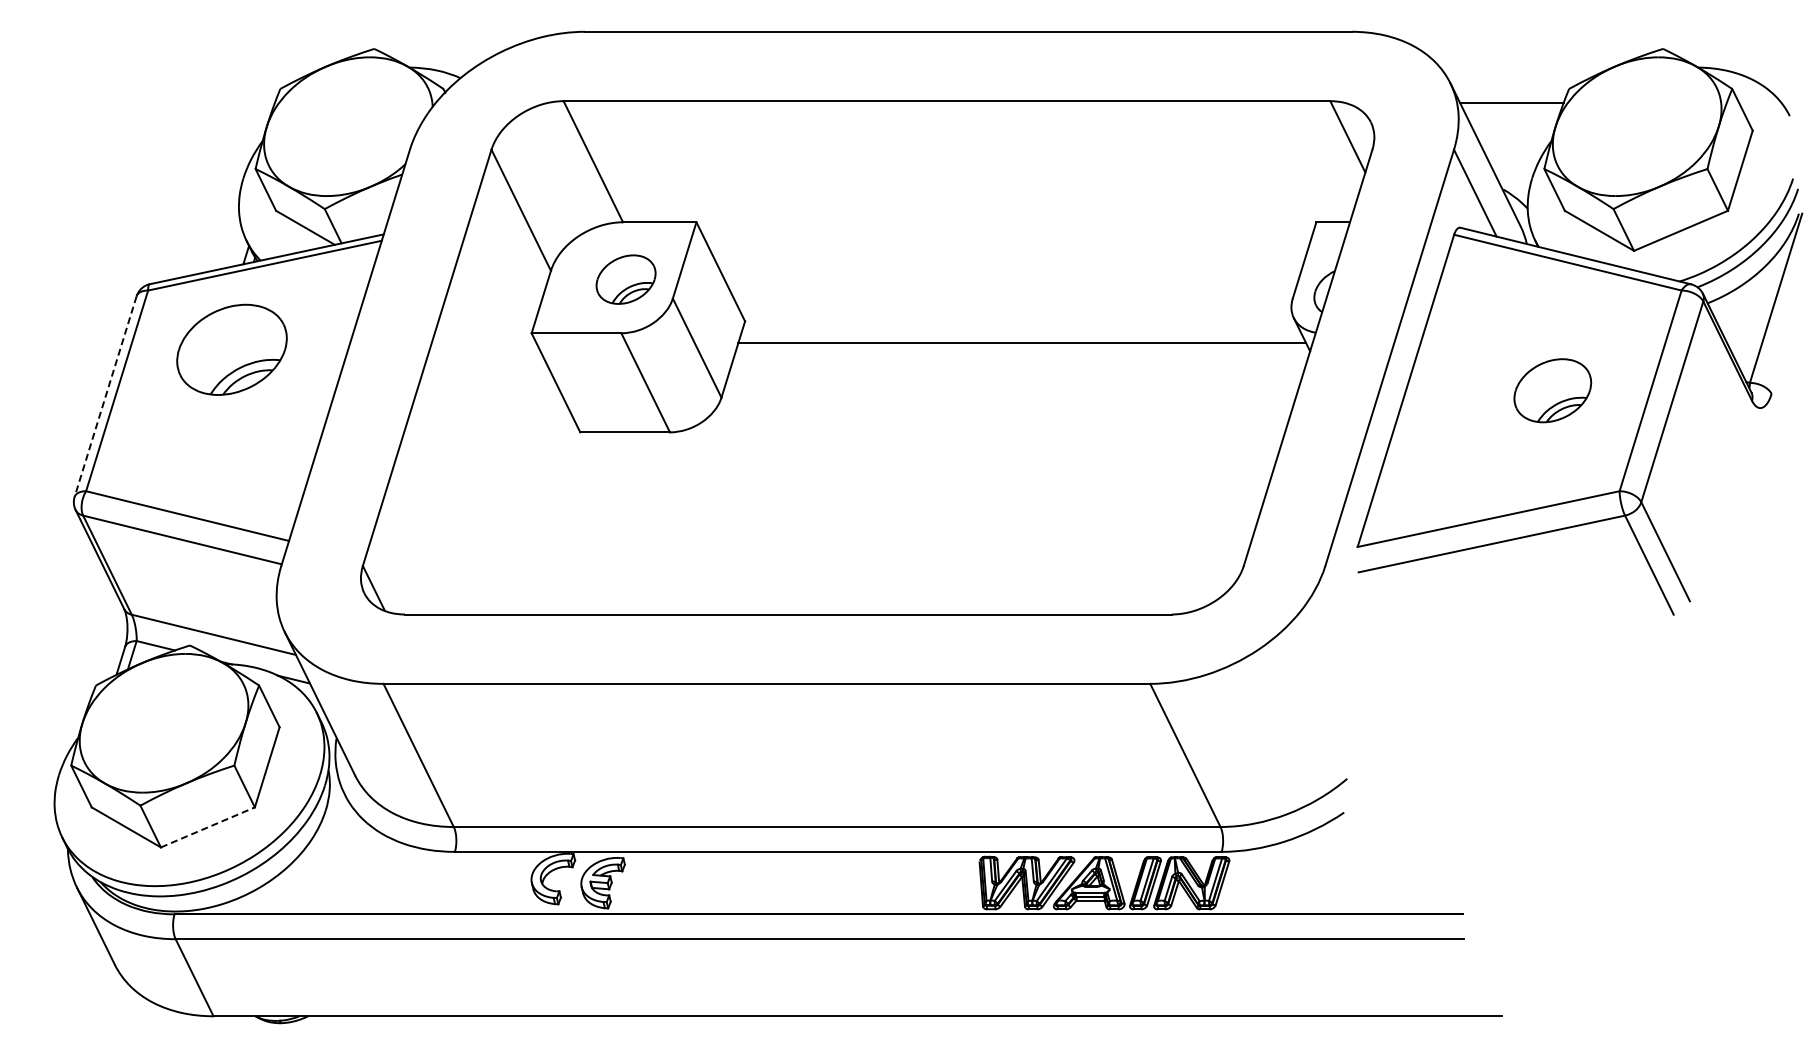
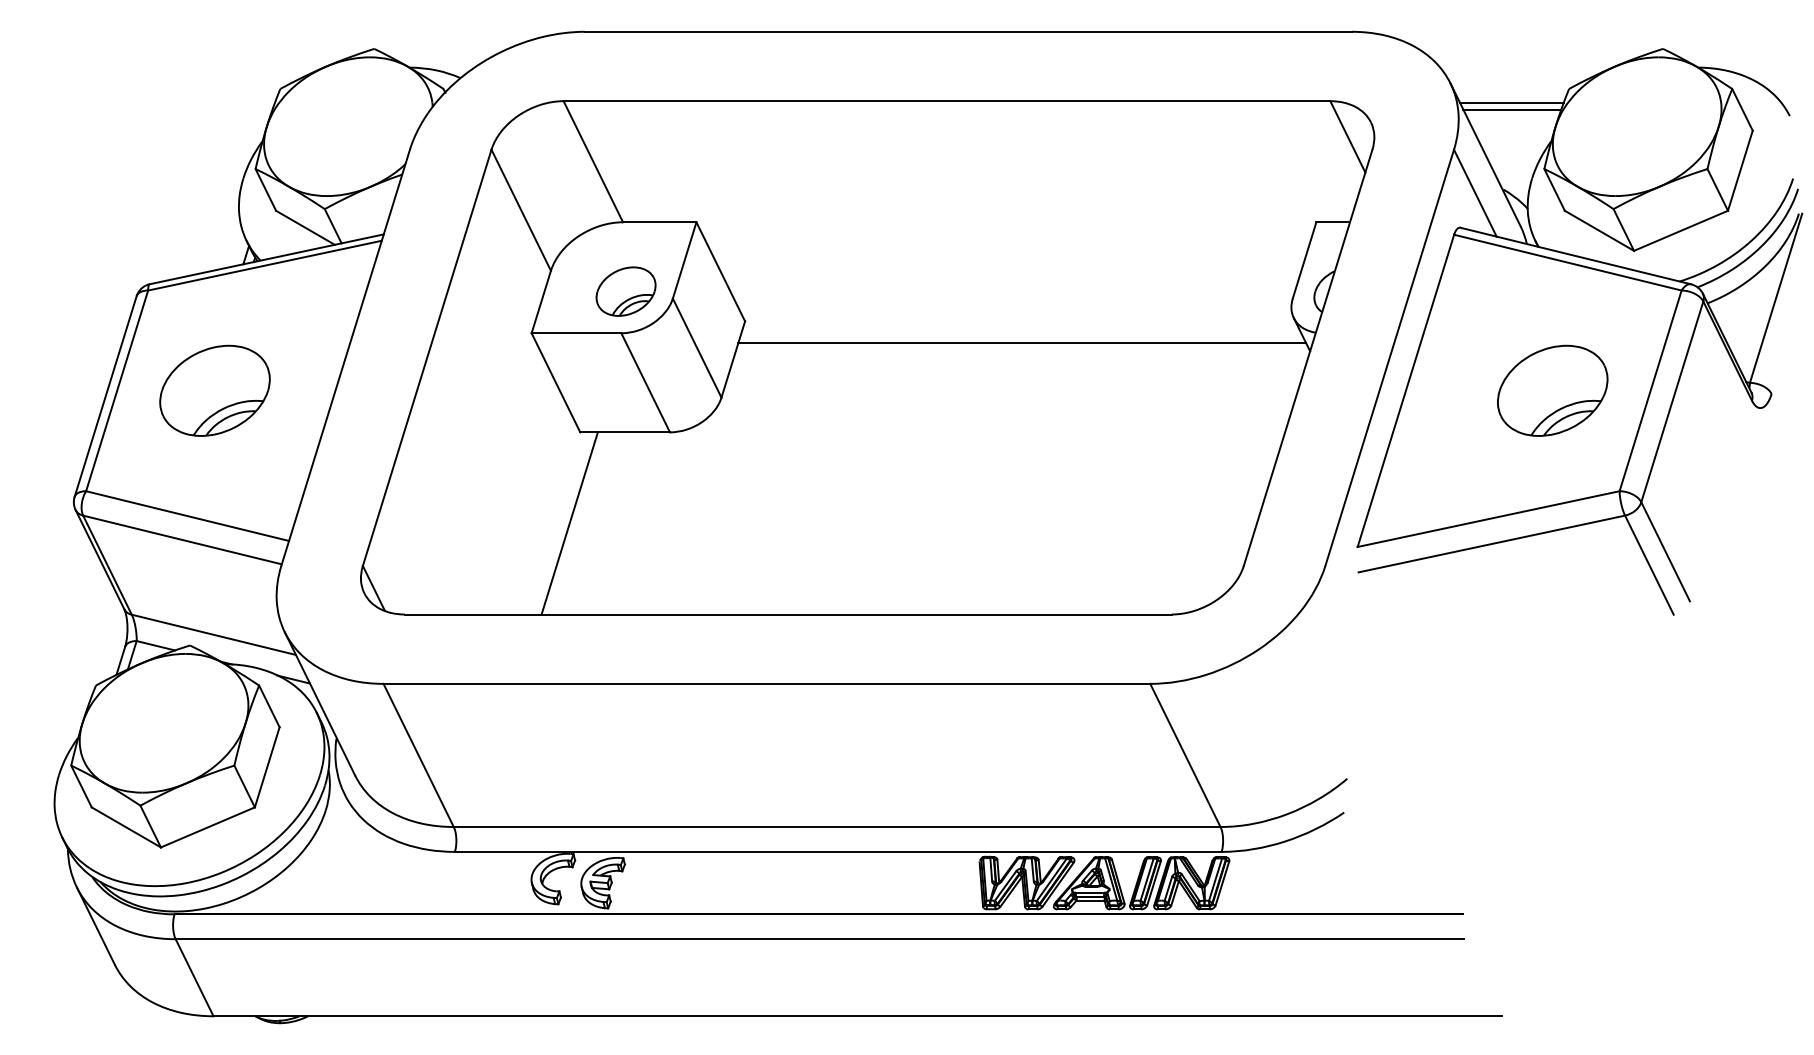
line at (1512, 109): none -> present
part at (625, 279) position: (625, 279) -> (625, 291)
part at (231, 349) position: (231, 349) -> (214, 390)
part at (1552, 390) size: 80x66 px -> 112x93 px
line at (105, 397): dashed -> solid
line at (569, 523): none -> present
line at (208, 827): dashed -> solid
